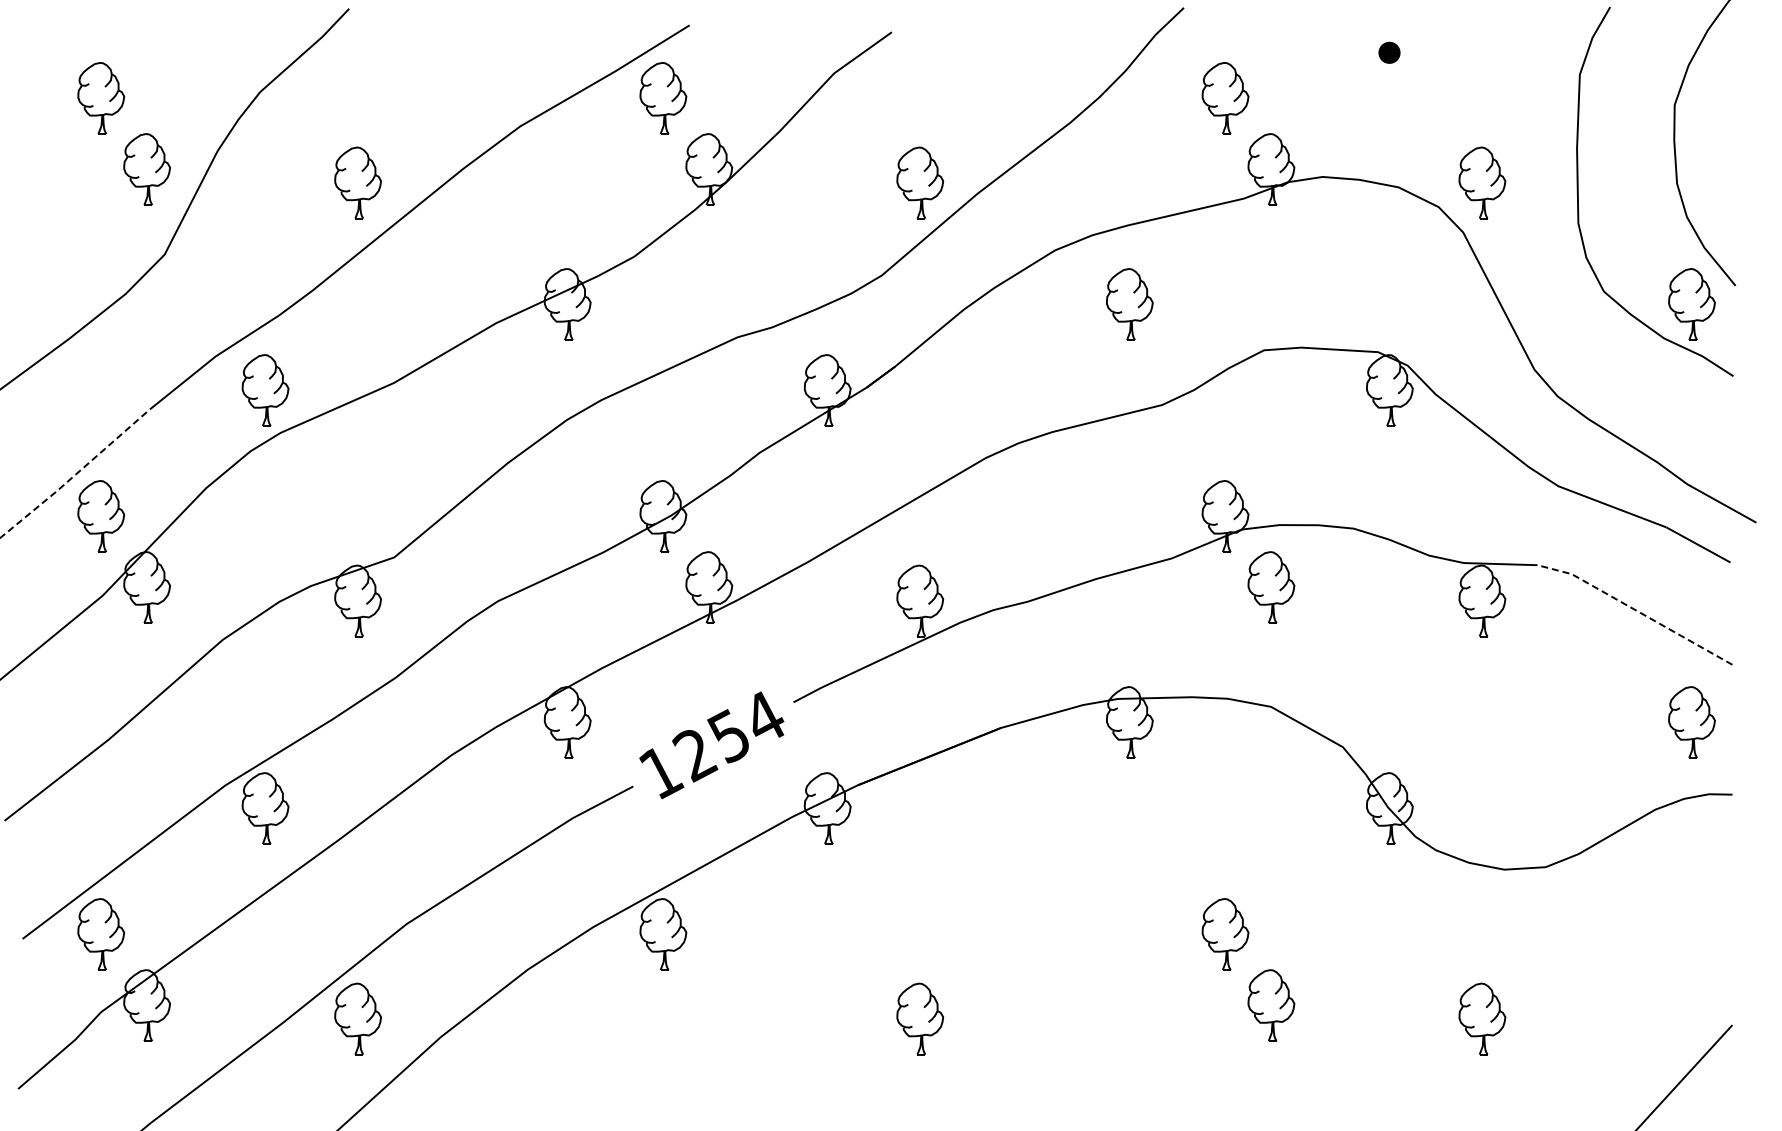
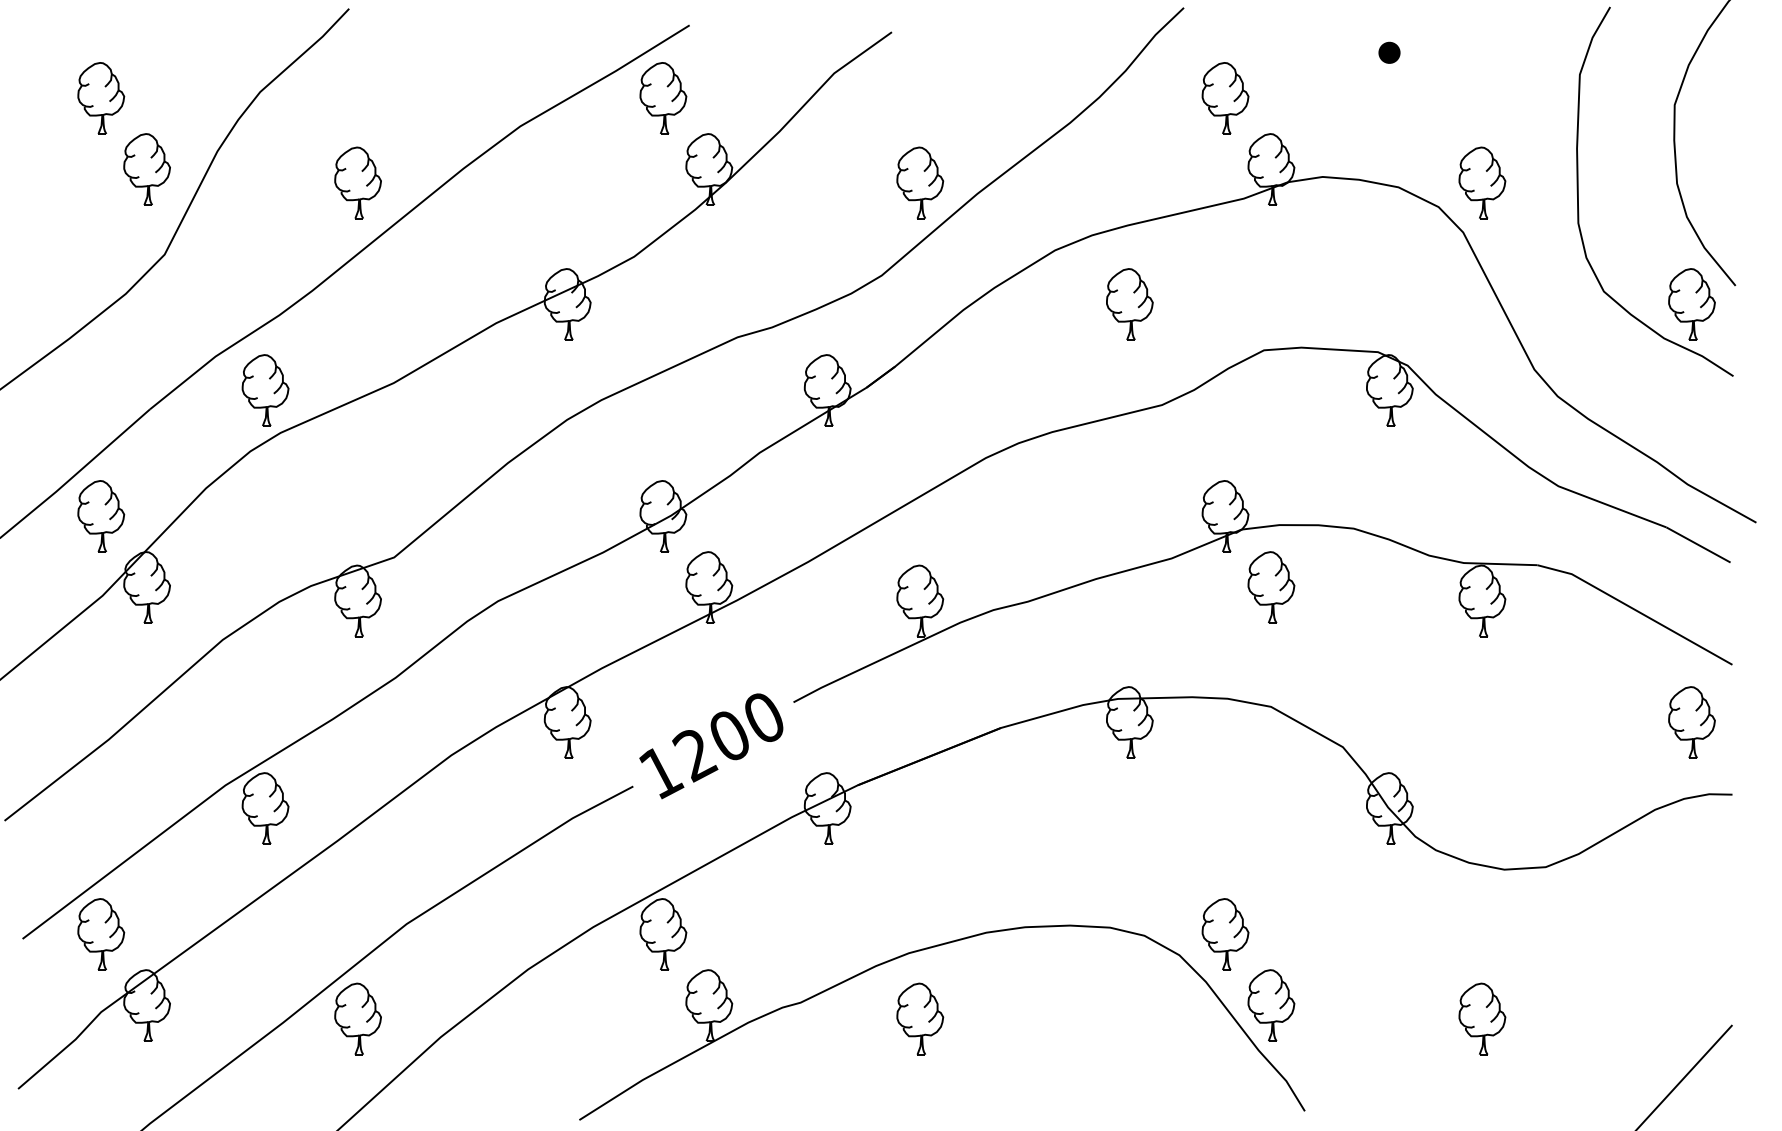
line at (75, 474): dashed -> solid
line at (1636, 610): dashed -> solid
text at (745, 727): 1254 -> 1200
part at (920, 951): none -> present
